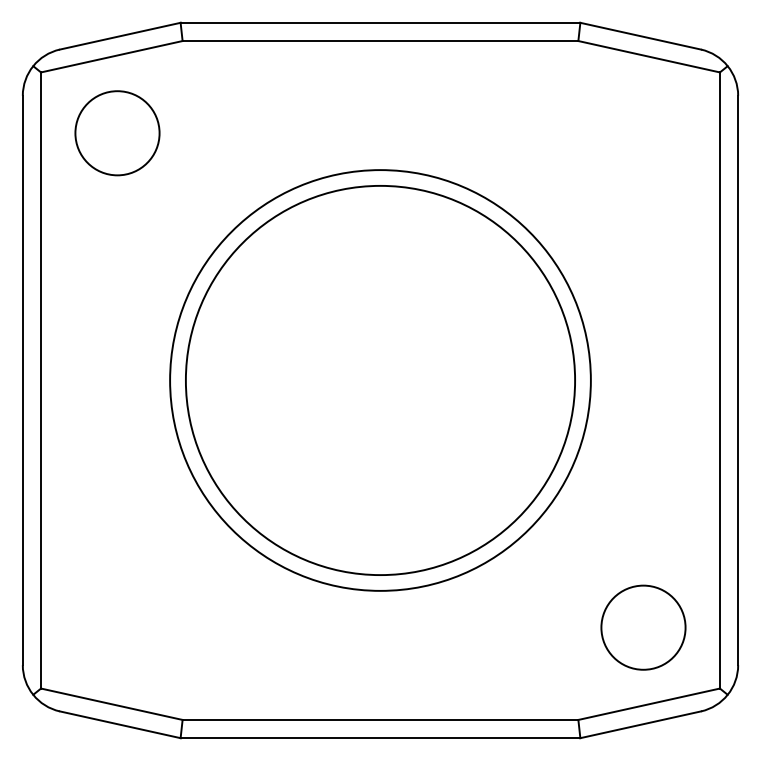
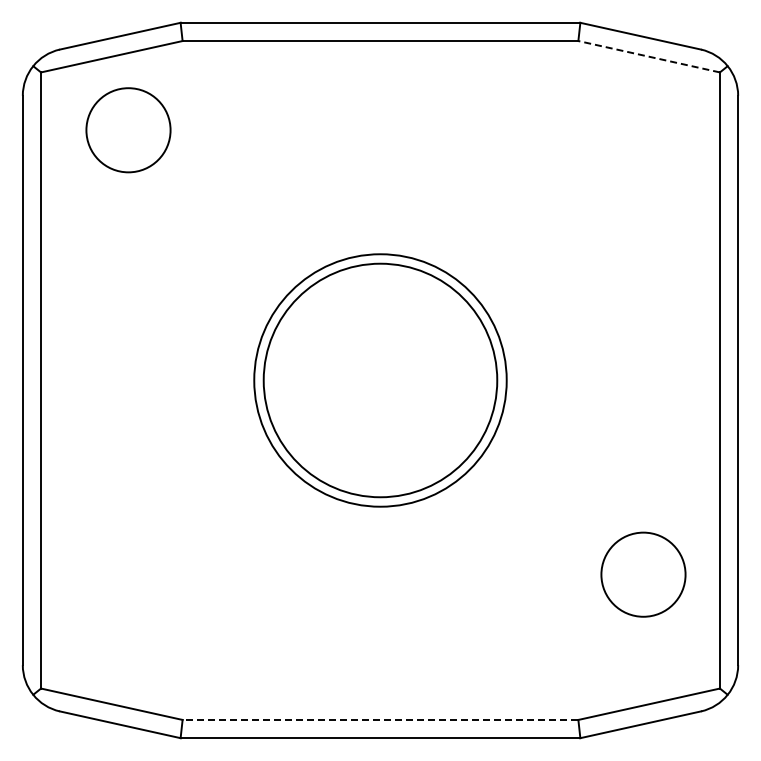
line at (649, 56): solid -> dashed
circle at (117, 133) position: (117, 133) -> (128, 130)
circle at (380, 380) diameter: 389 px -> 234 px
circle at (380, 380) diameter: 421 px -> 252 px
circle at (643, 627) position: (643, 627) -> (643, 574)
line at (380, 719): solid -> dashed
